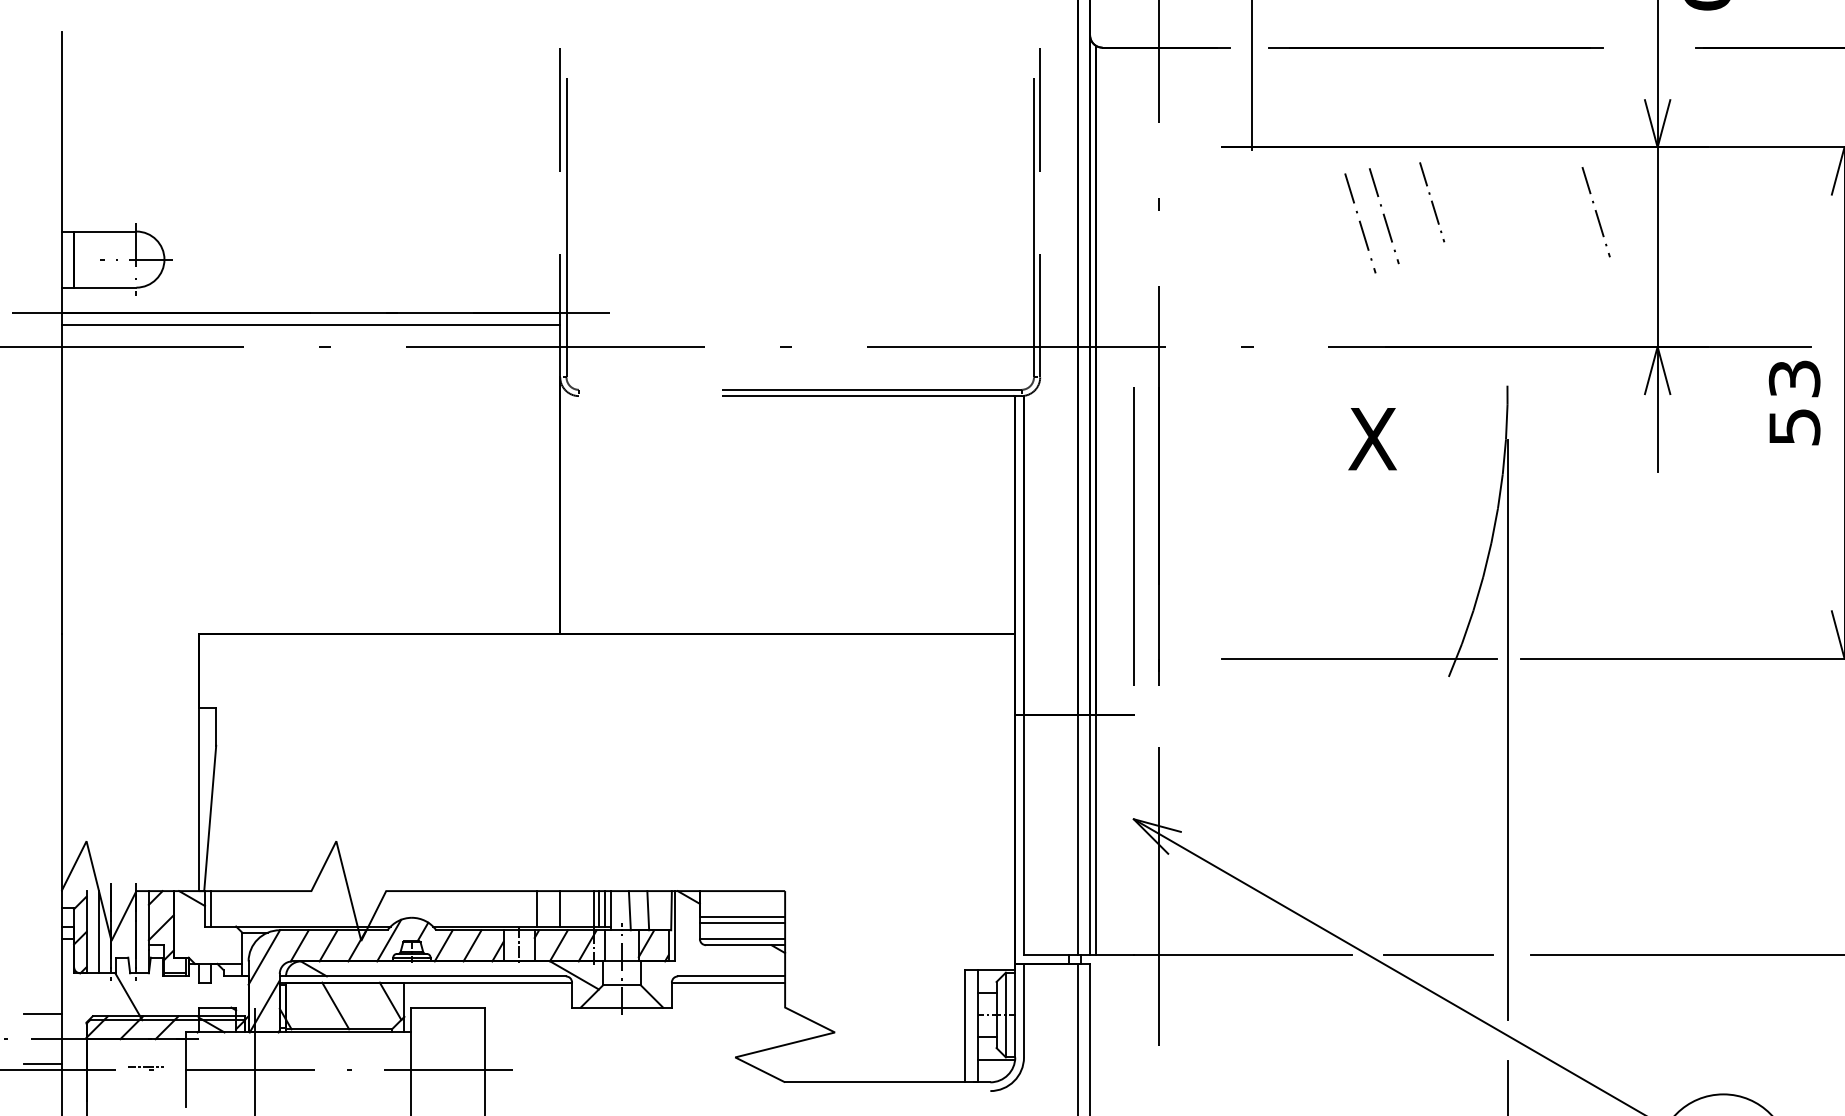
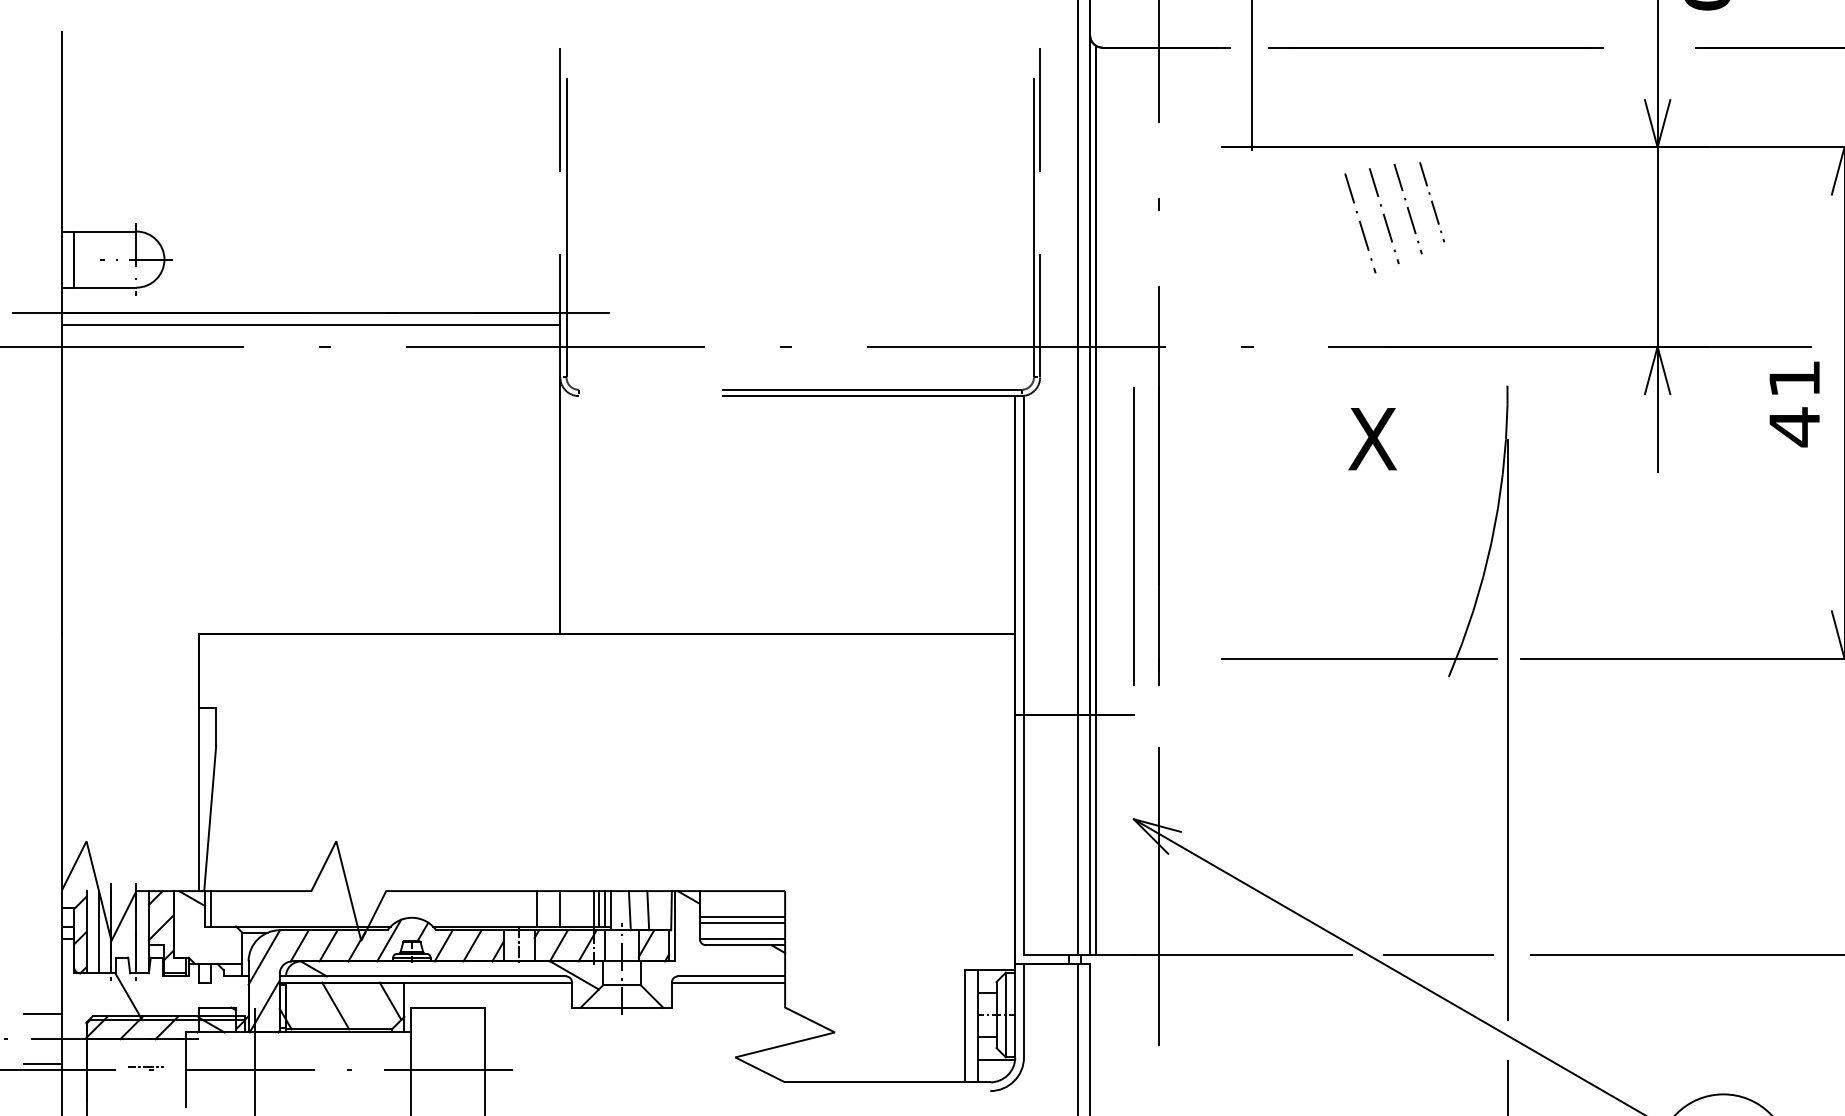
line at (1595, 212) position: (1595, 212) -> (1407, 209)
text at (1794, 403): 53 -> 41
